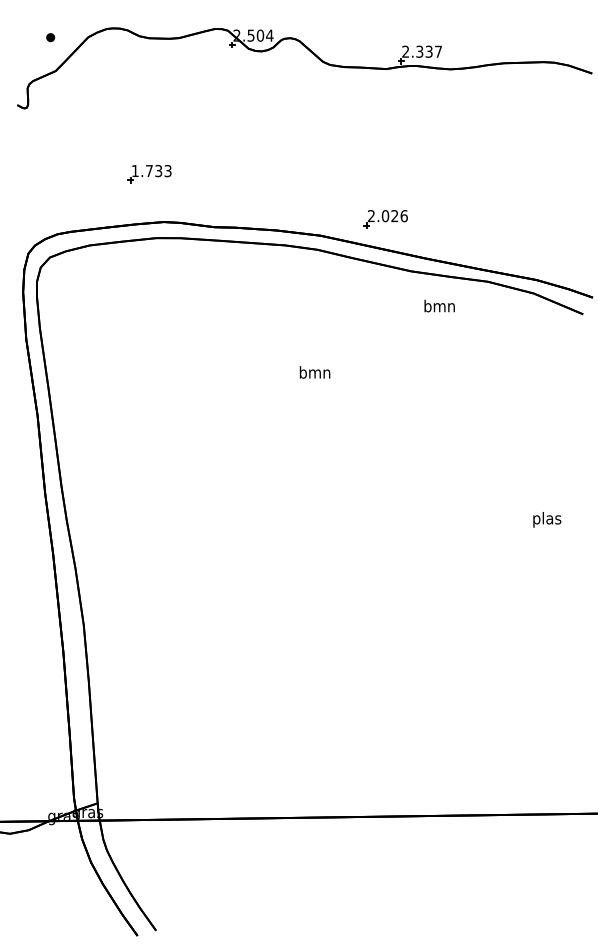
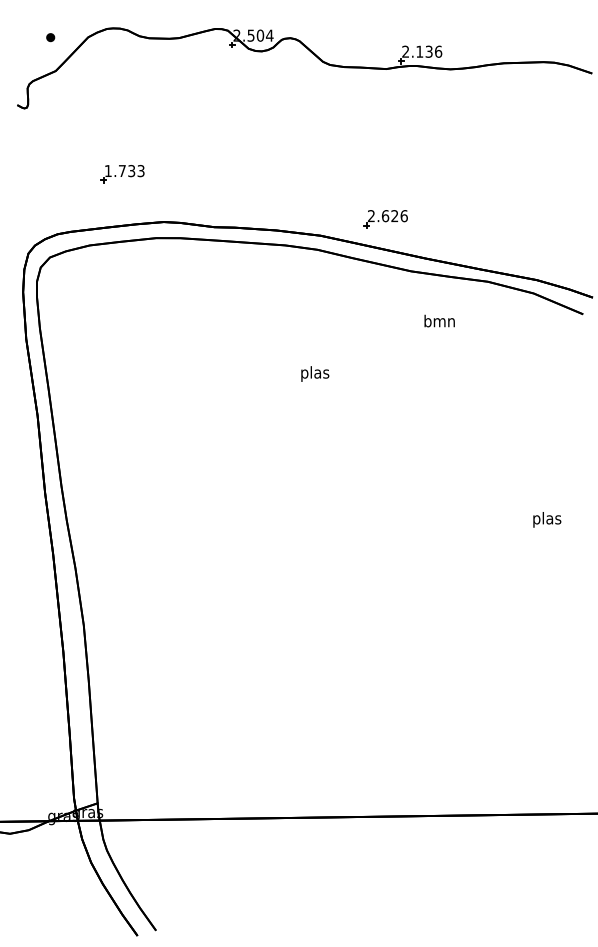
text at (429, 51): 2.337 -> 2.136
part at (149, 174) position: (149, 174) -> (122, 174)
text at (385, 215): 2.026 -> 2.626
text at (439, 305) position: (439, 305) -> (439, 320)
text at (314, 373): bmn -> plas
